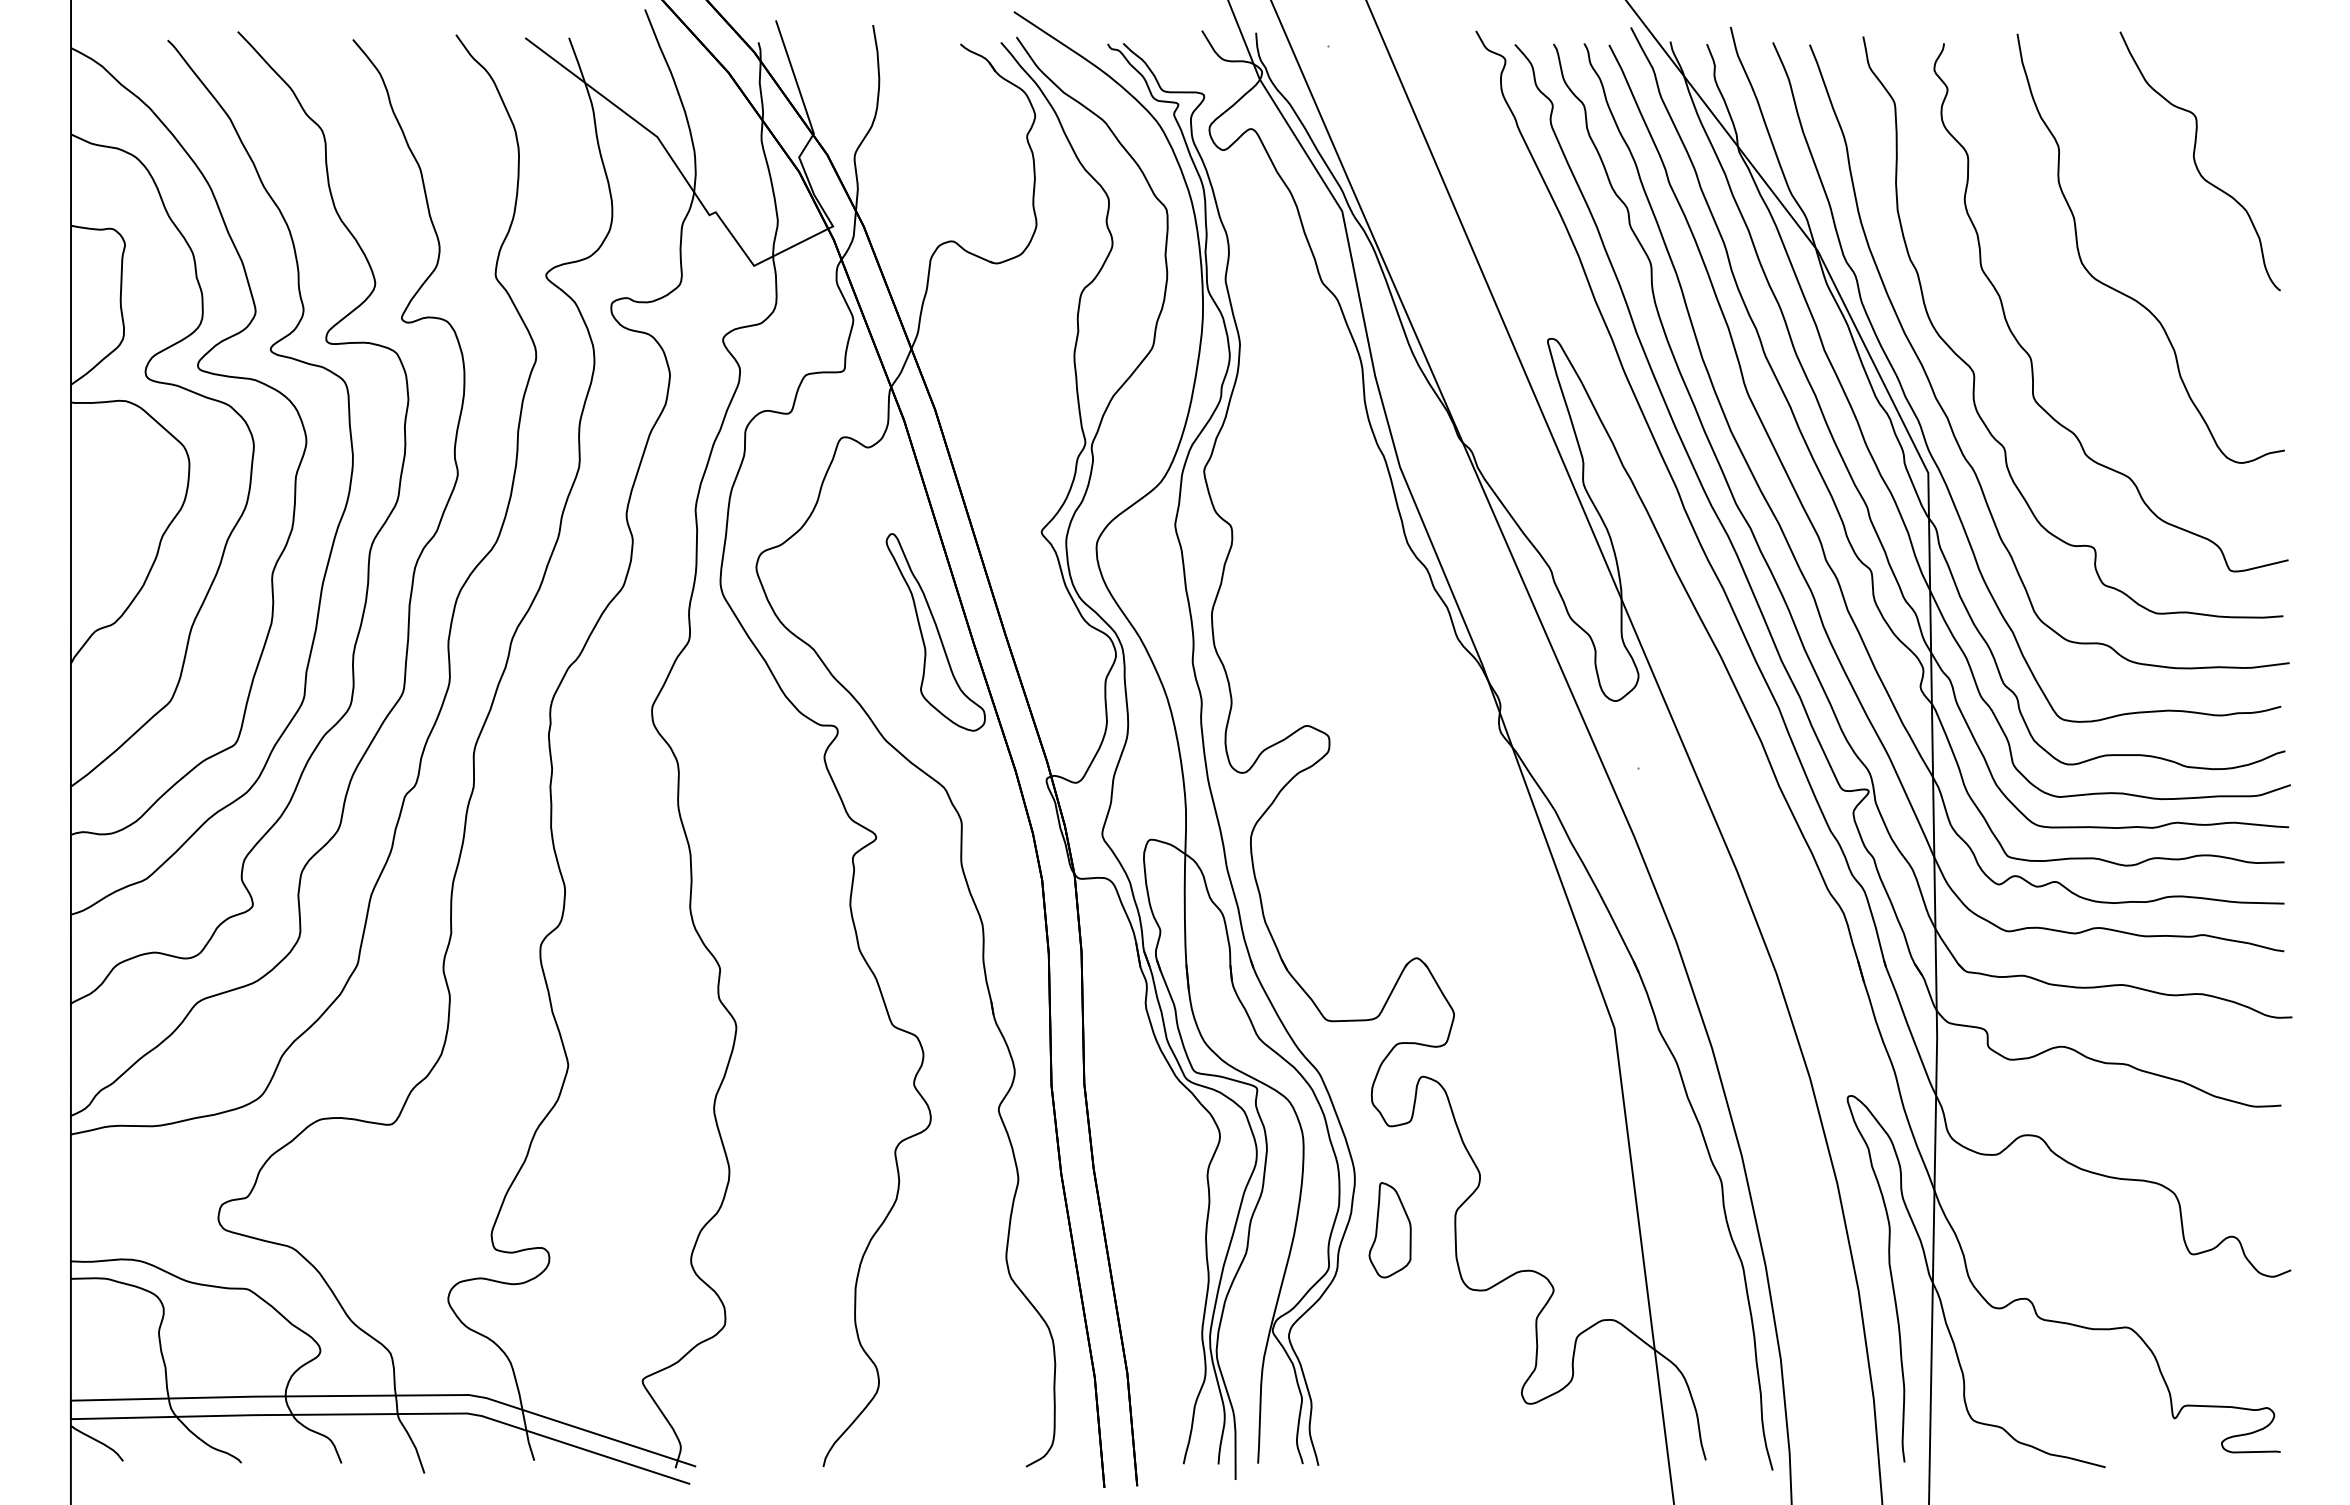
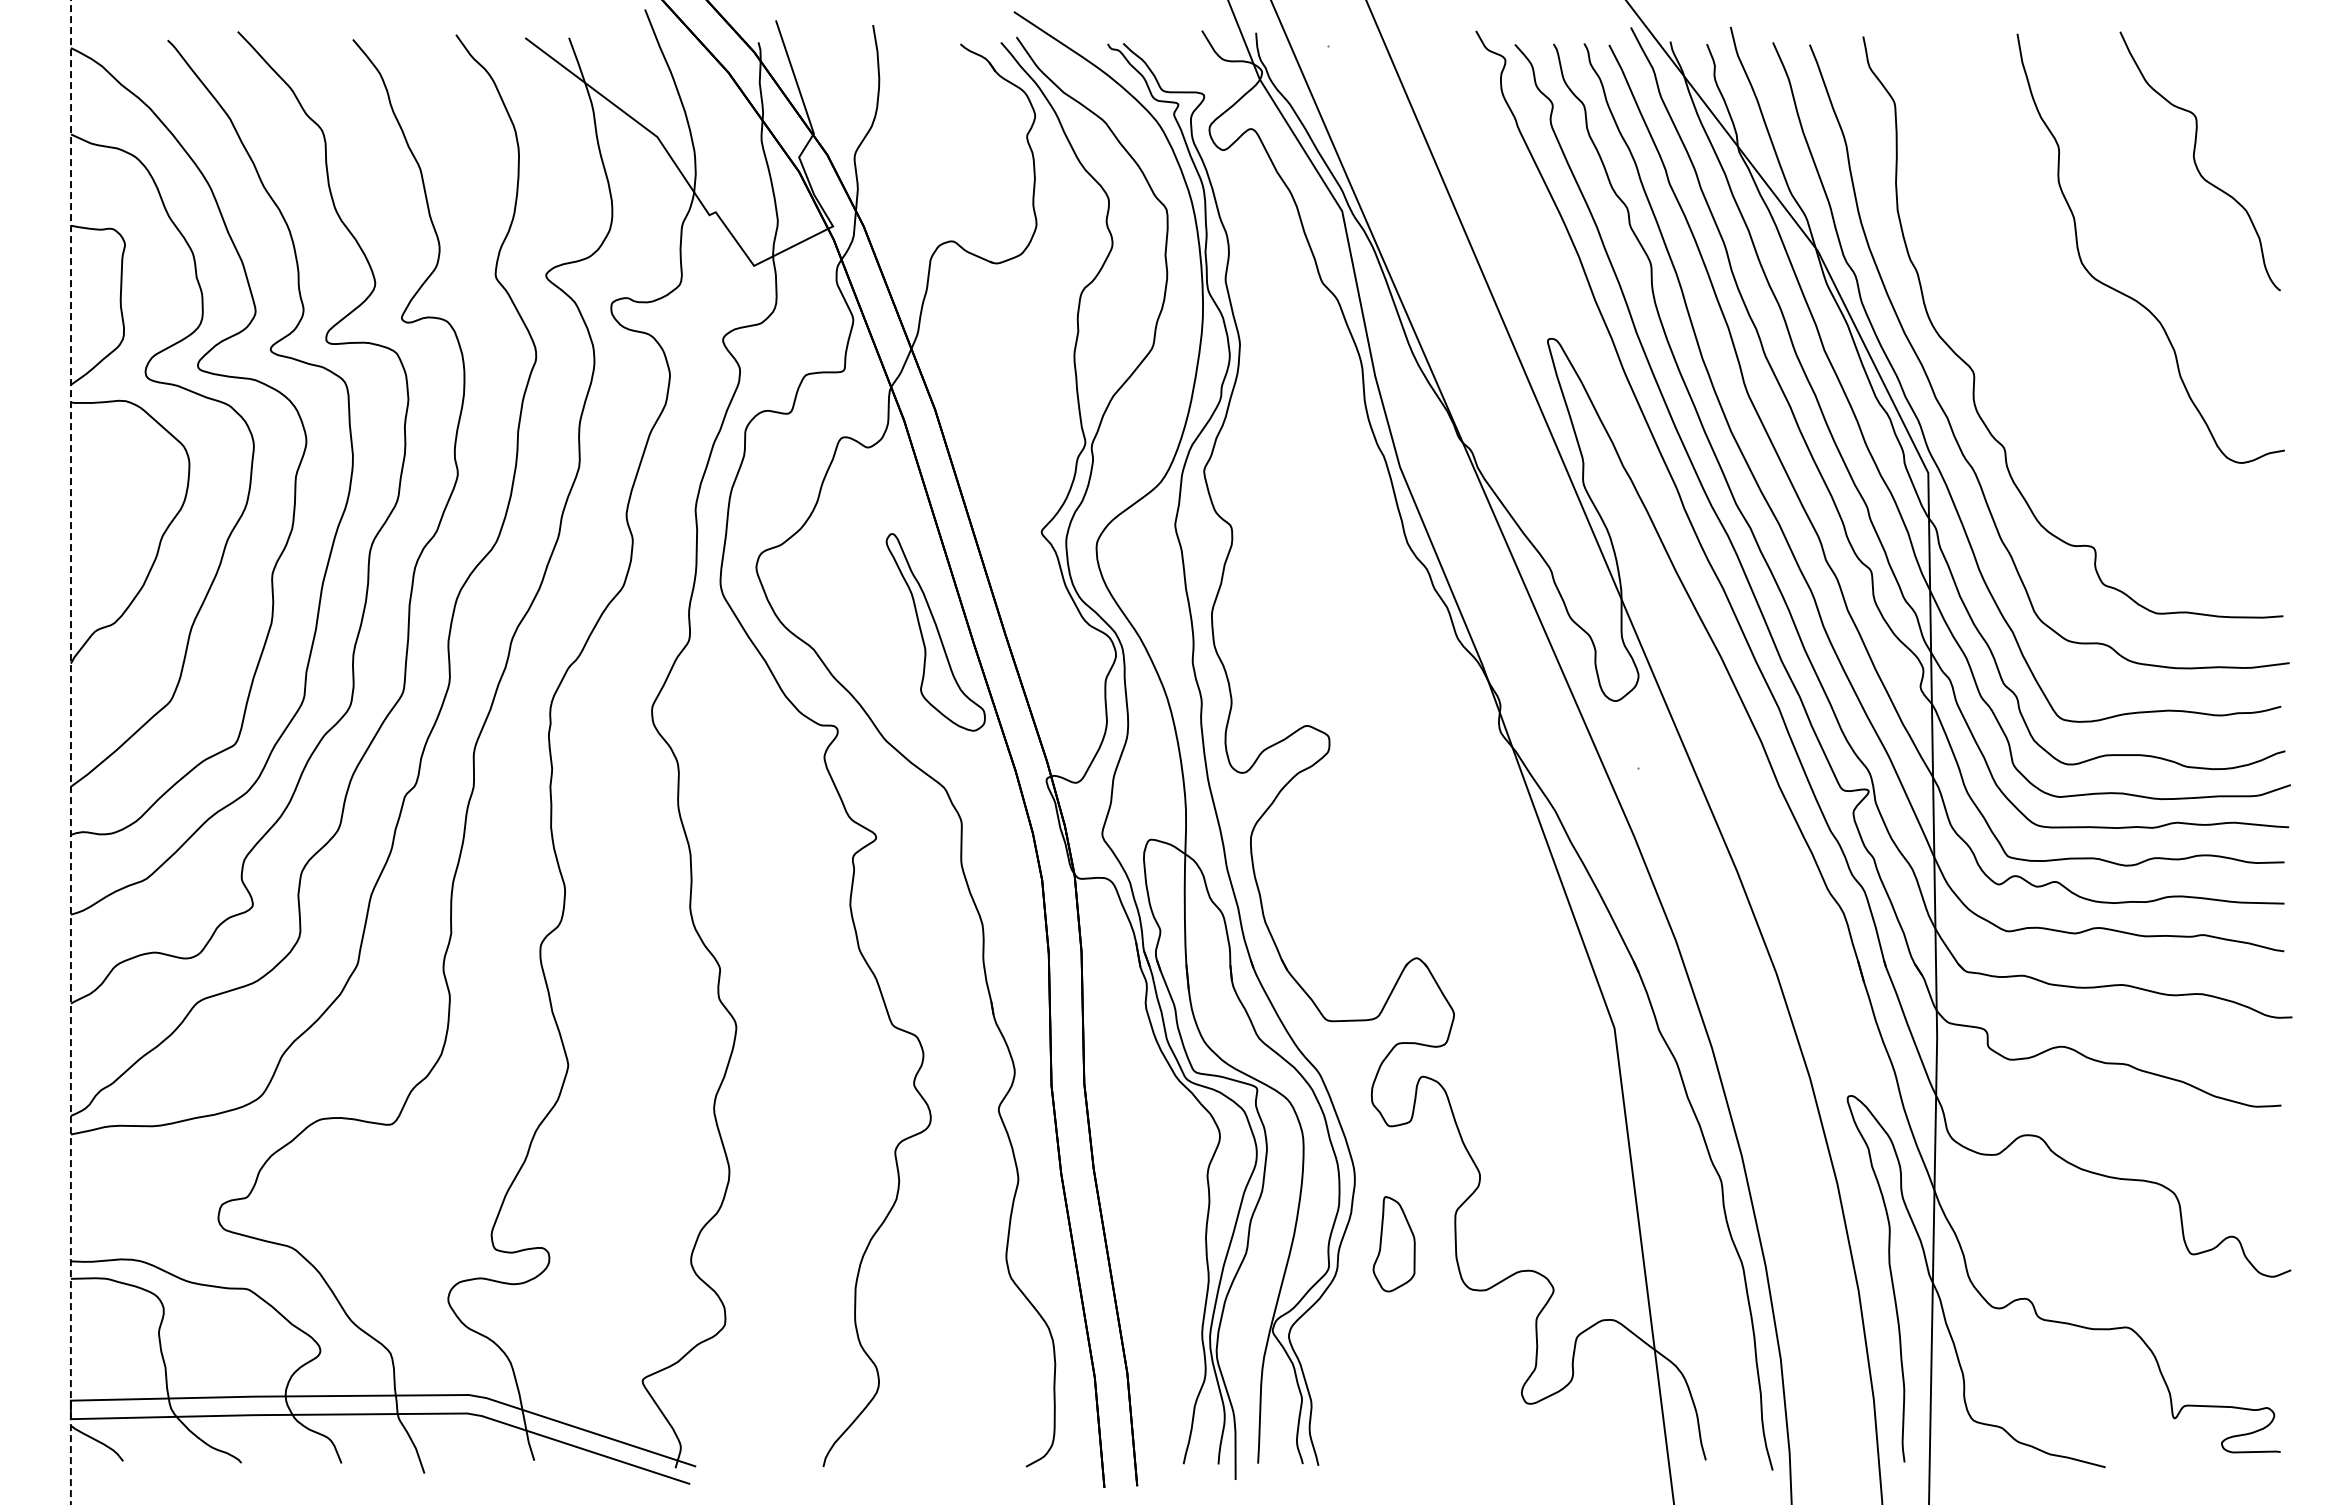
curve at (2030, 355): present -> none
line at (70, 751): solid -> dashed
part at (1389, 1230) position: (1389, 1230) -> (1393, 1244)
